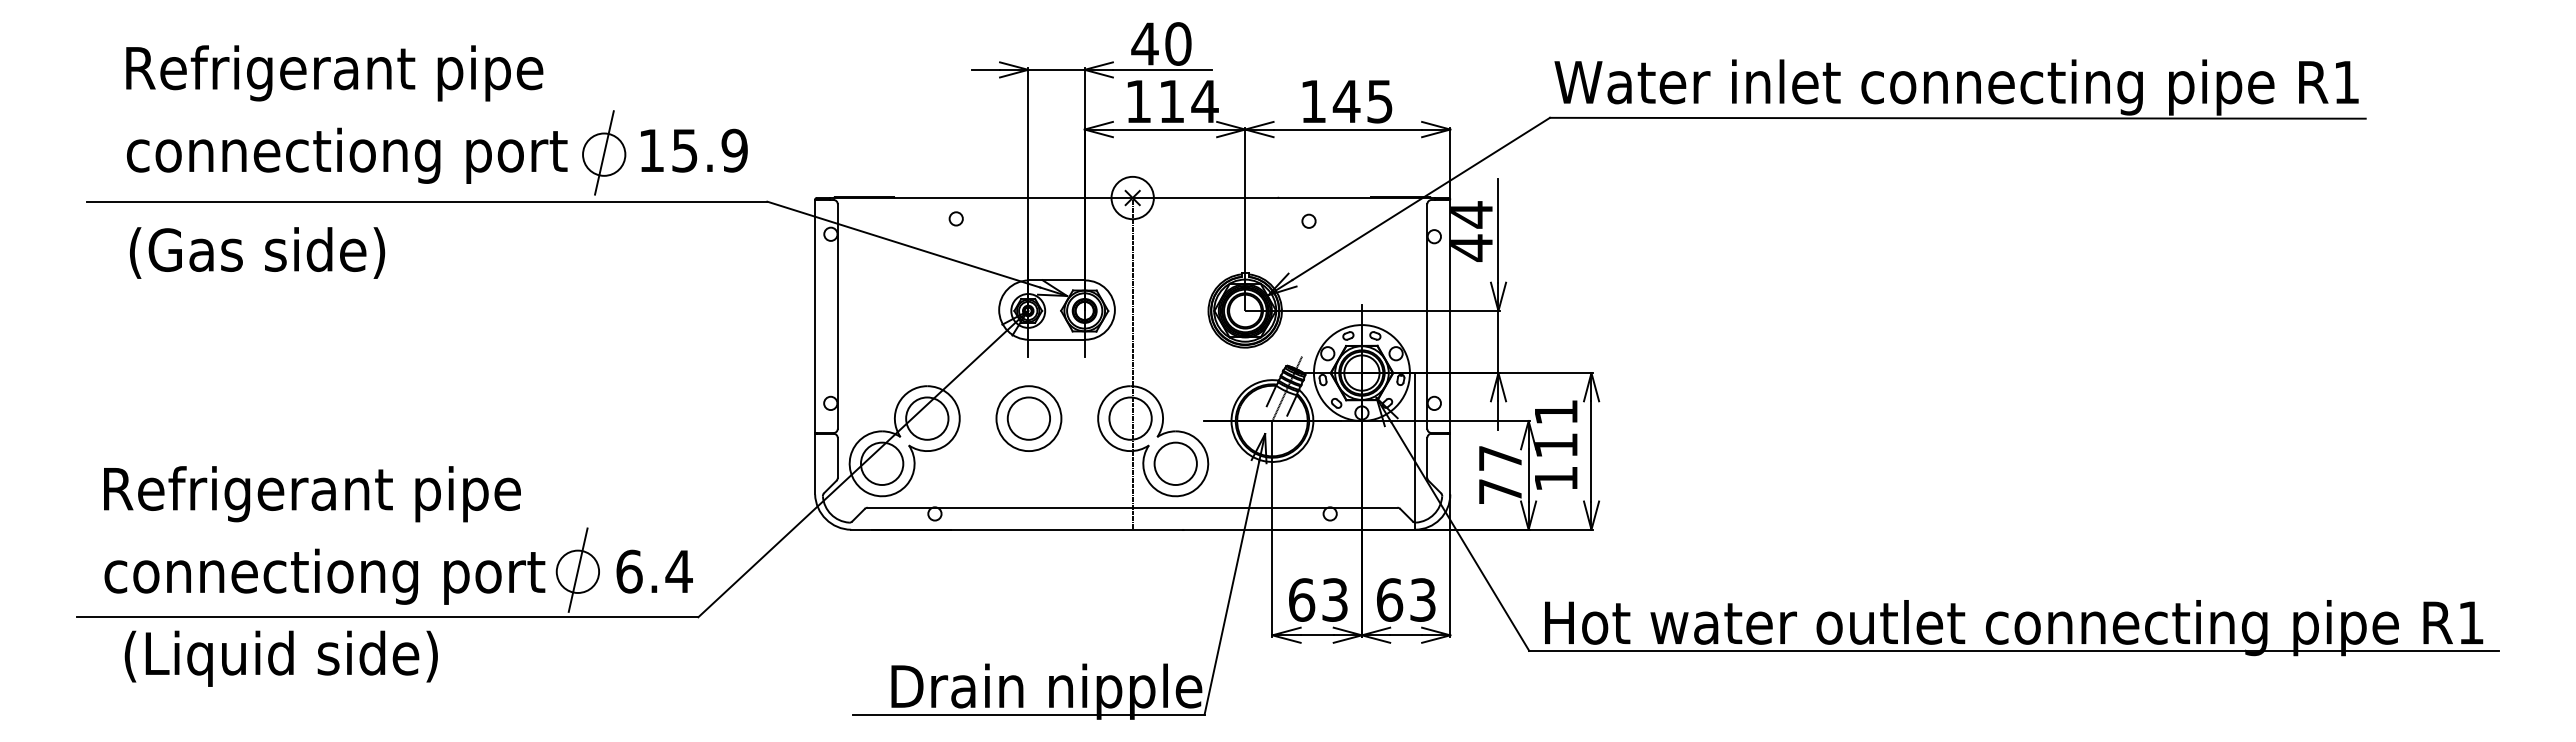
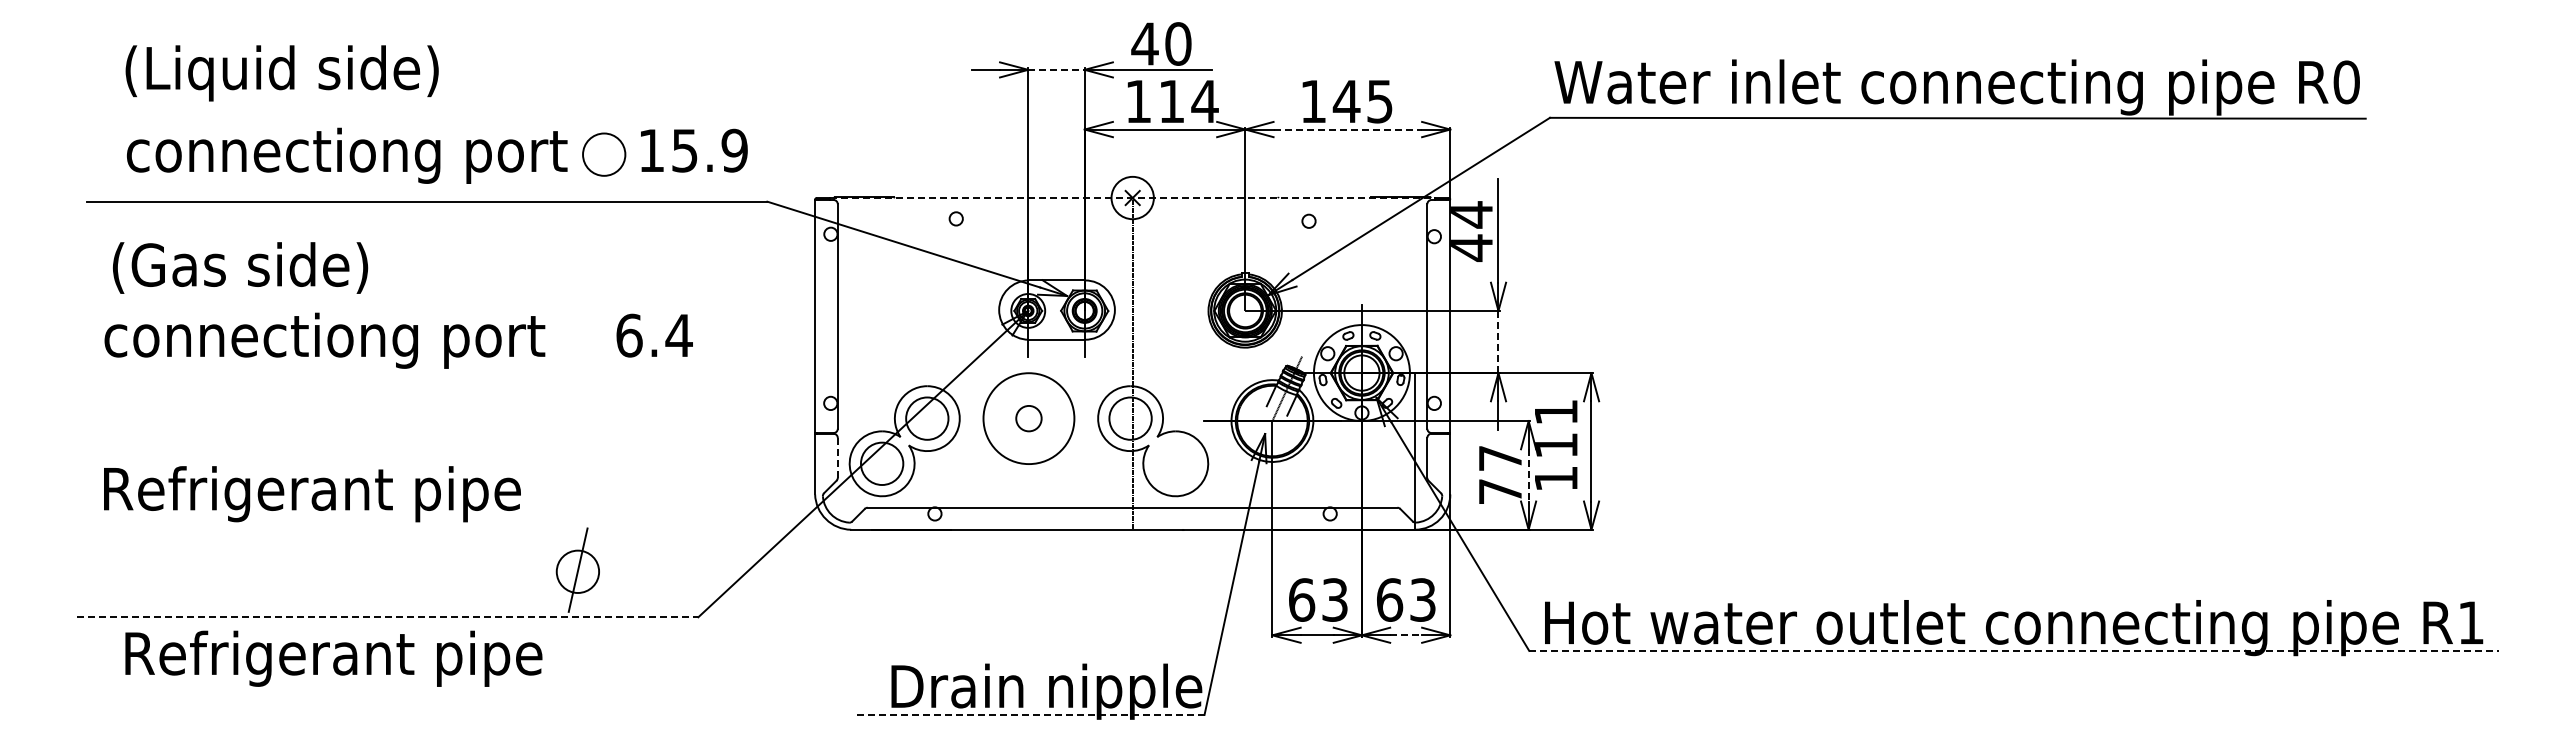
line at (1056, 69): solid -> dashed
text at (334, 73): Refrigerant pipe -> (Liquid side)
text at (2346, 82): R1 -> R0
line at (1348, 129): solid -> dashed
line at (604, 152): present -> none
line at (1133, 198): solid -> dashed
text at (257, 252) position: (257, 252) -> (240, 267)
line at (1498, 341): solid -> dashed
circle at (1028, 418) diameter: 42 px -> 25 px
circle at (1028, 418) diameter: 65 px -> 91 px
line at (837, 457): solid -> dashed
circle at (1175, 463): present -> none
line at (1528, 475): solid -> dashed
text at (398, 576) position: (398, 576) -> (398, 340)
line at (387, 617): solid -> dashed
line at (1406, 635): solid -> dashed
line at (2013, 650): solid -> dashed
text at (333, 658): (Liquid side) -> Refrigerant pipe
line at (1028, 714): solid -> dashed
